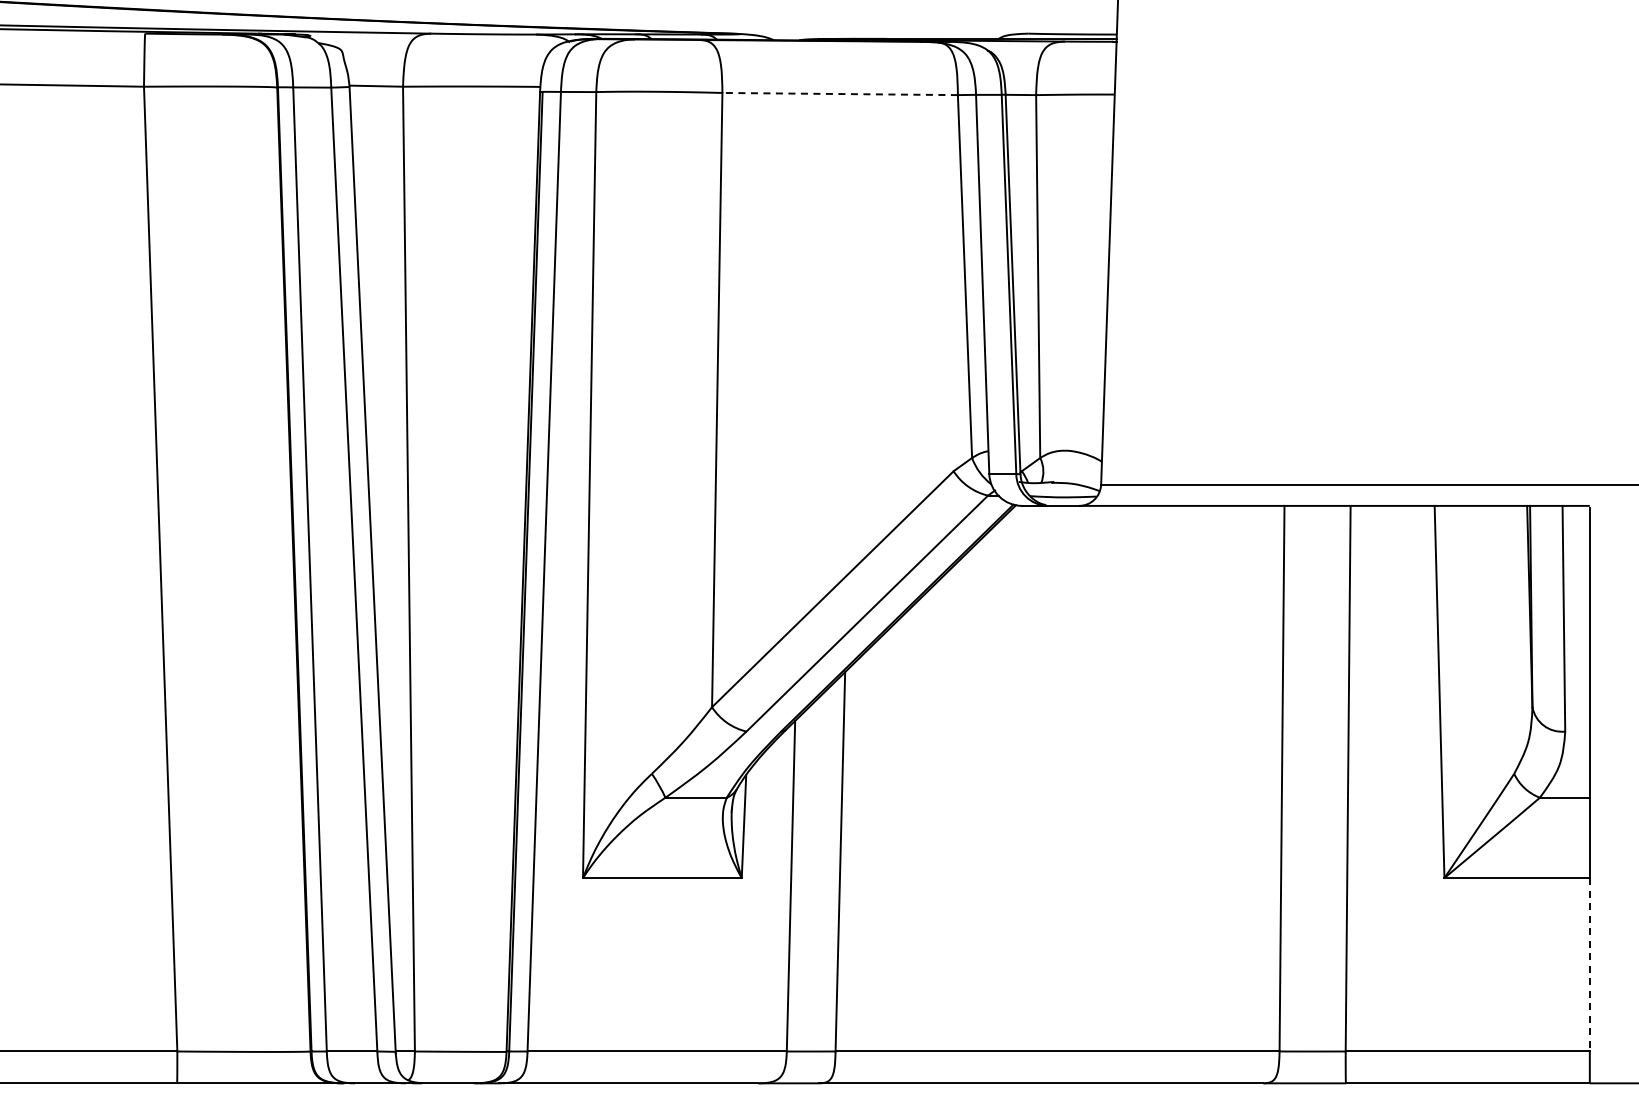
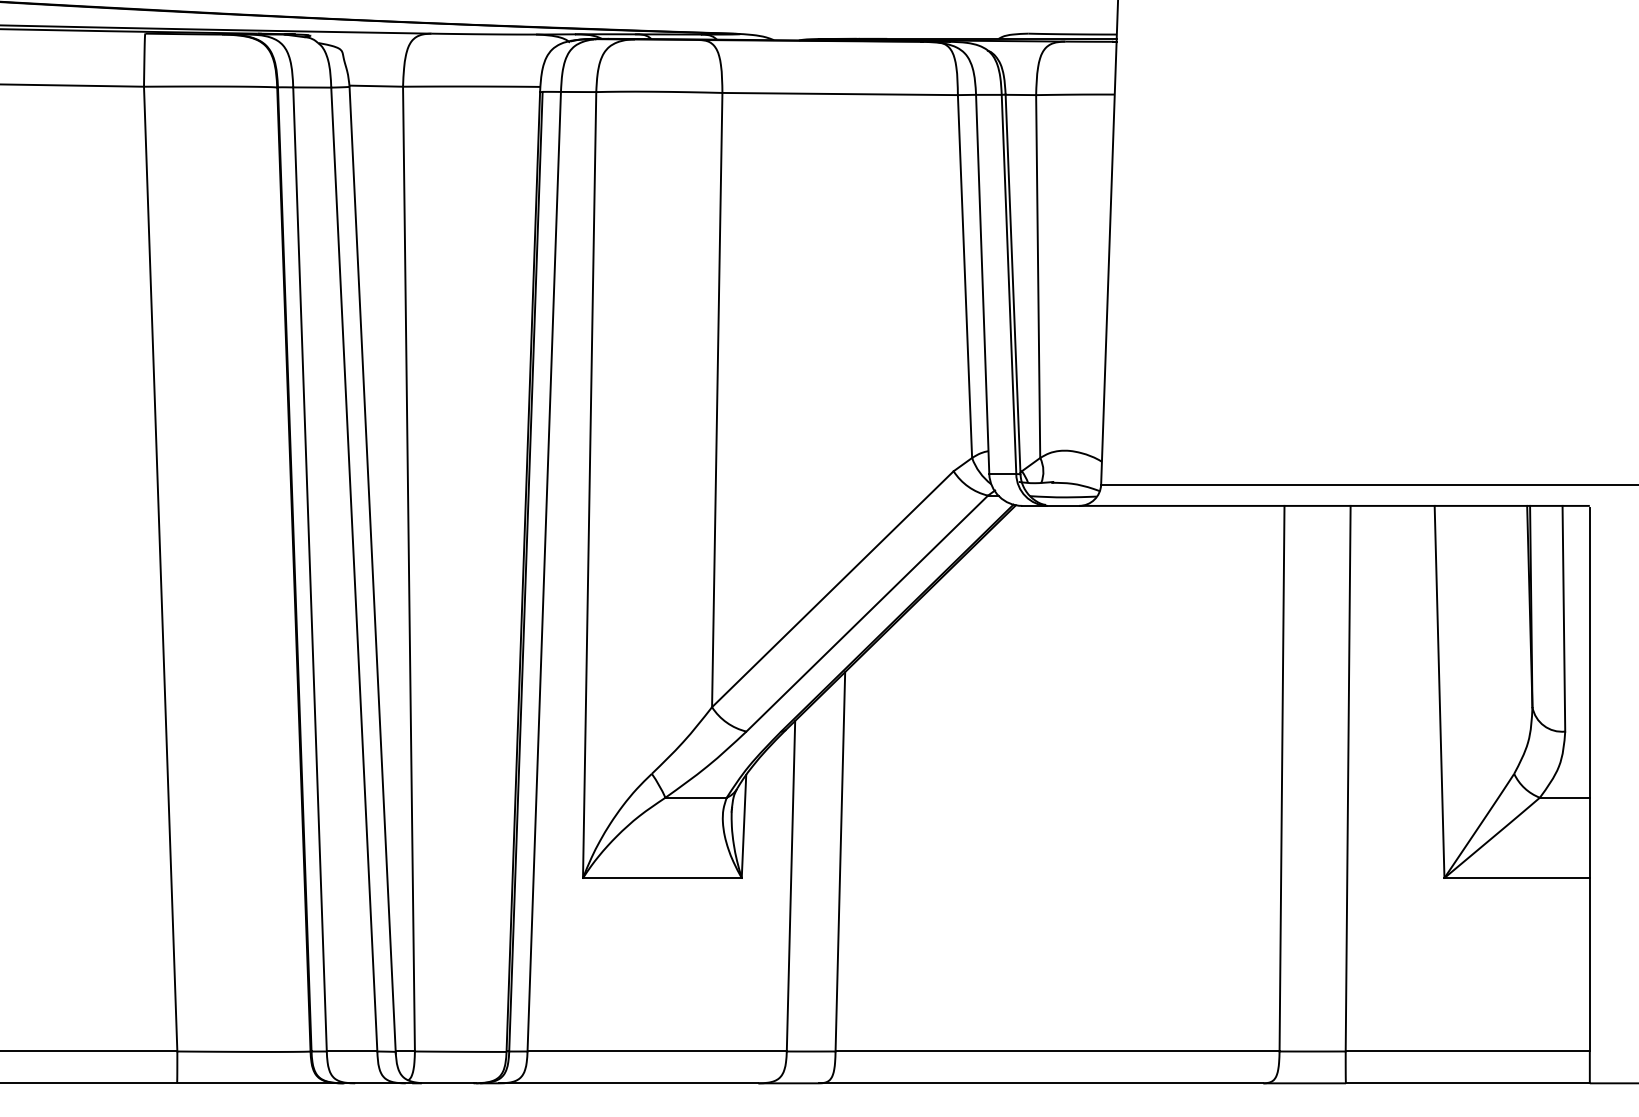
line at (840, 94): dashed -> solid
line at (1589, 964): dashed -> solid
